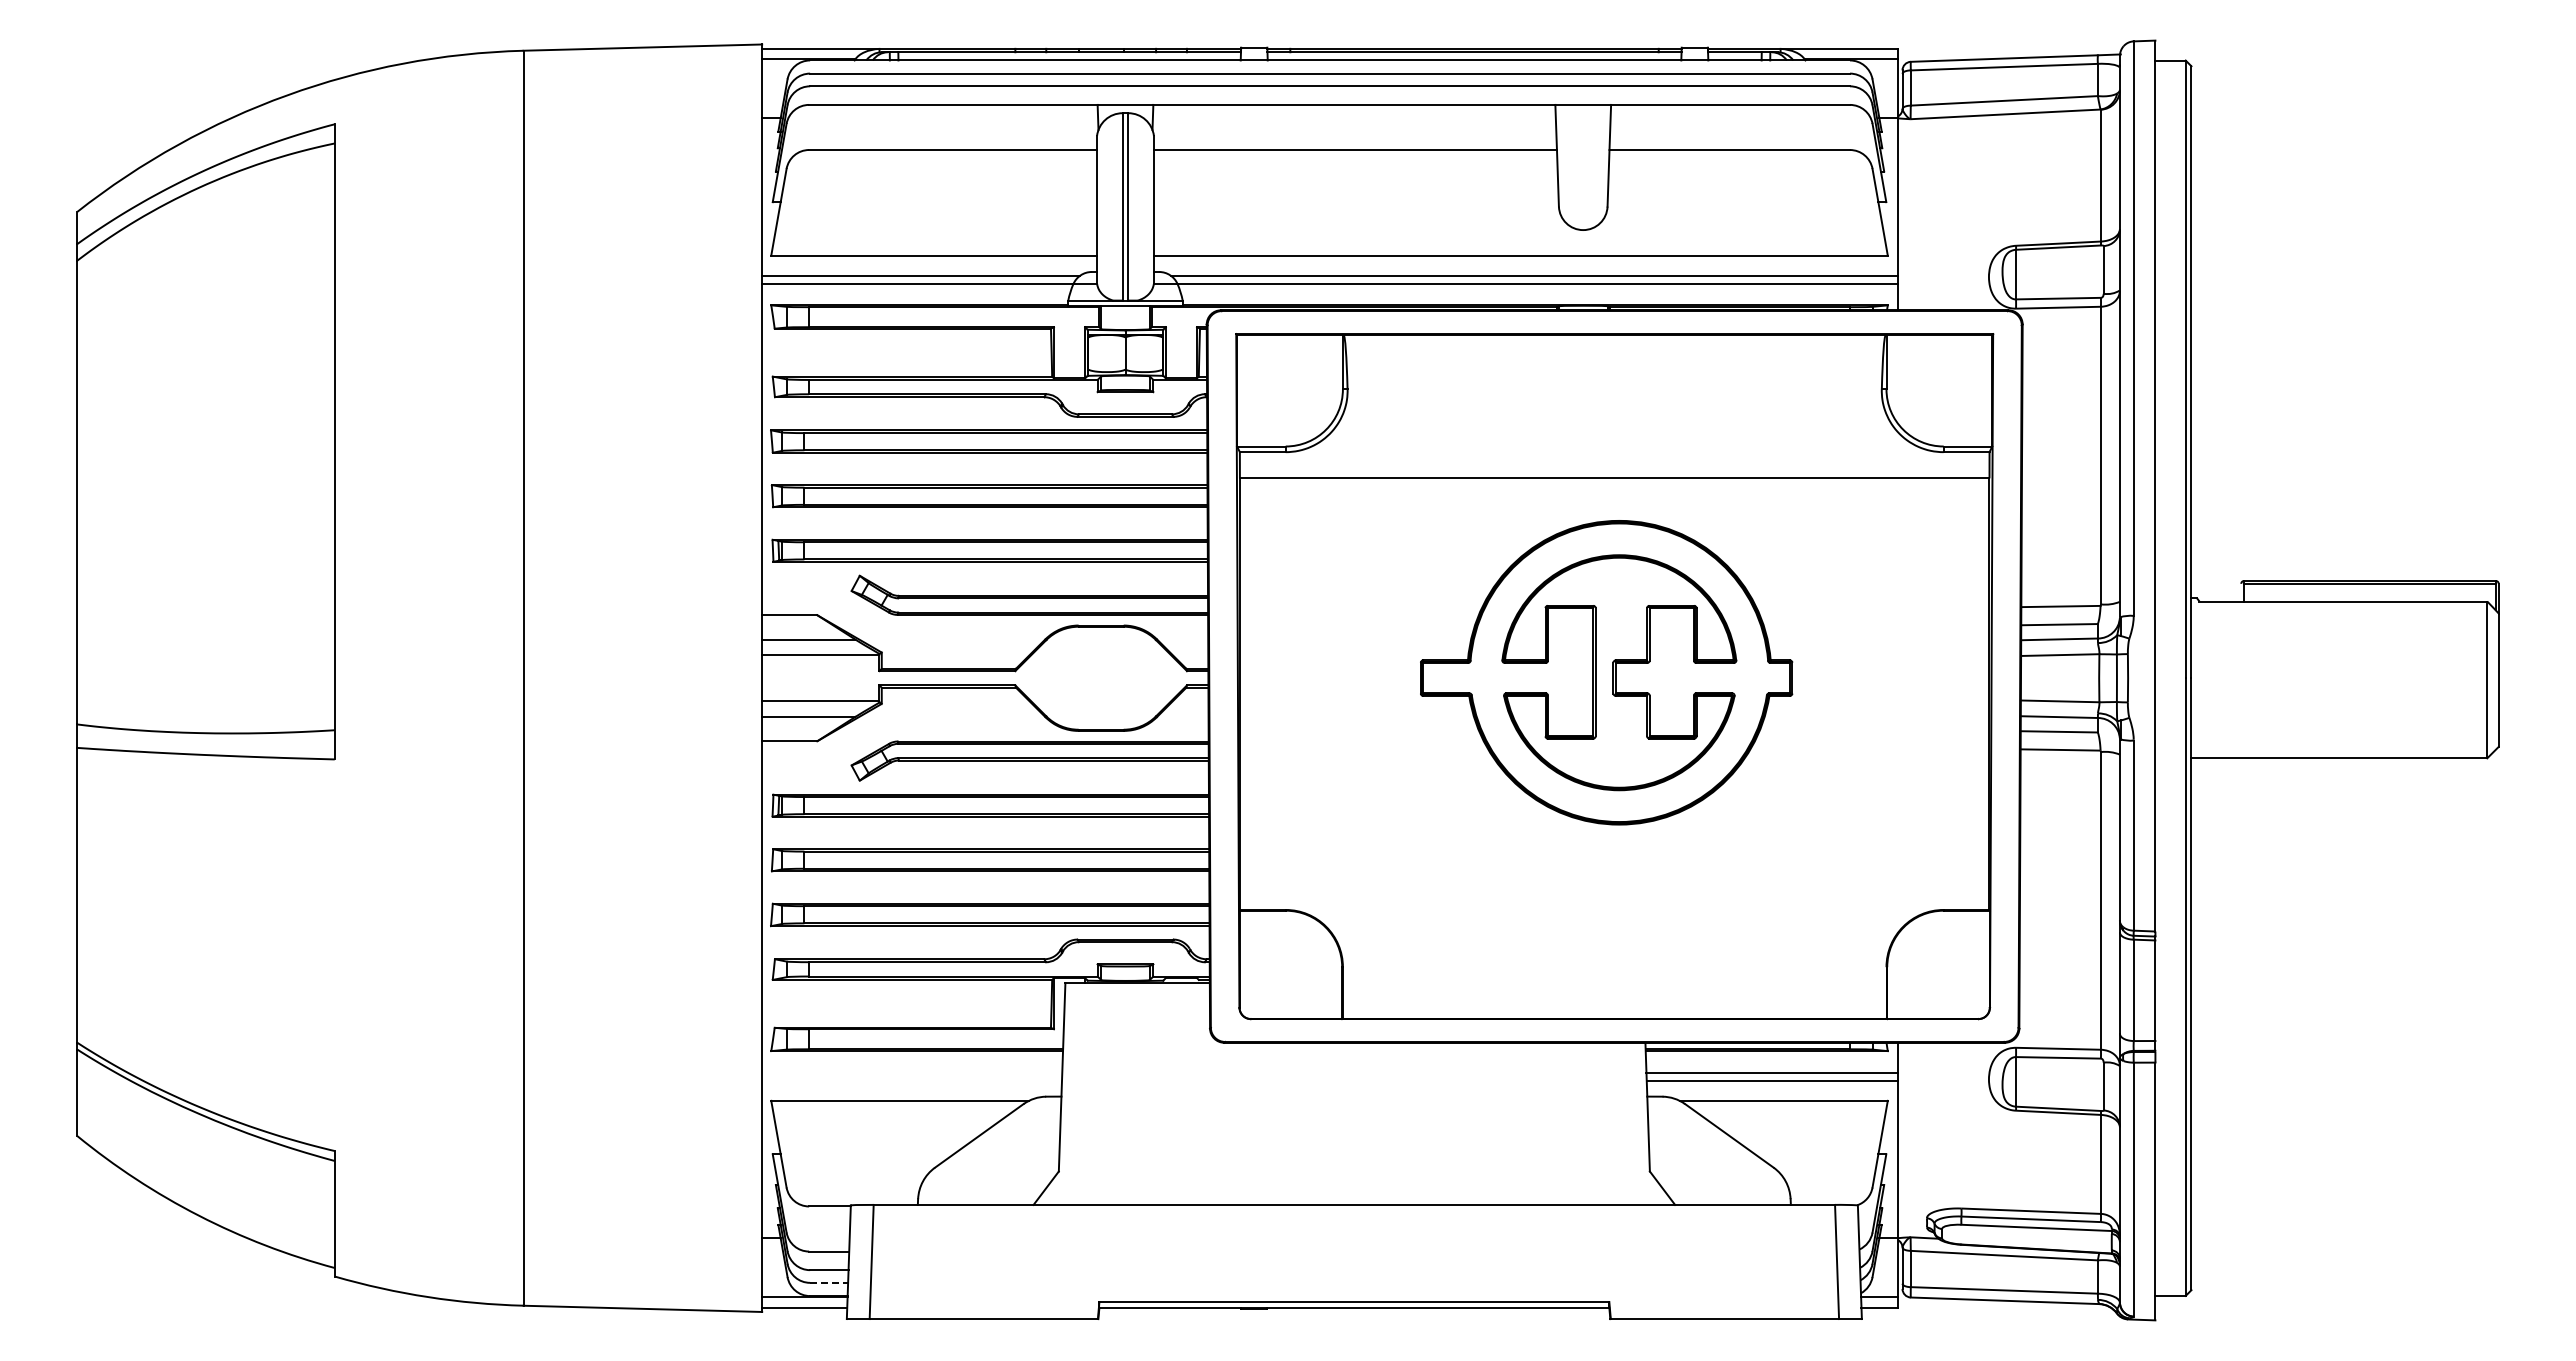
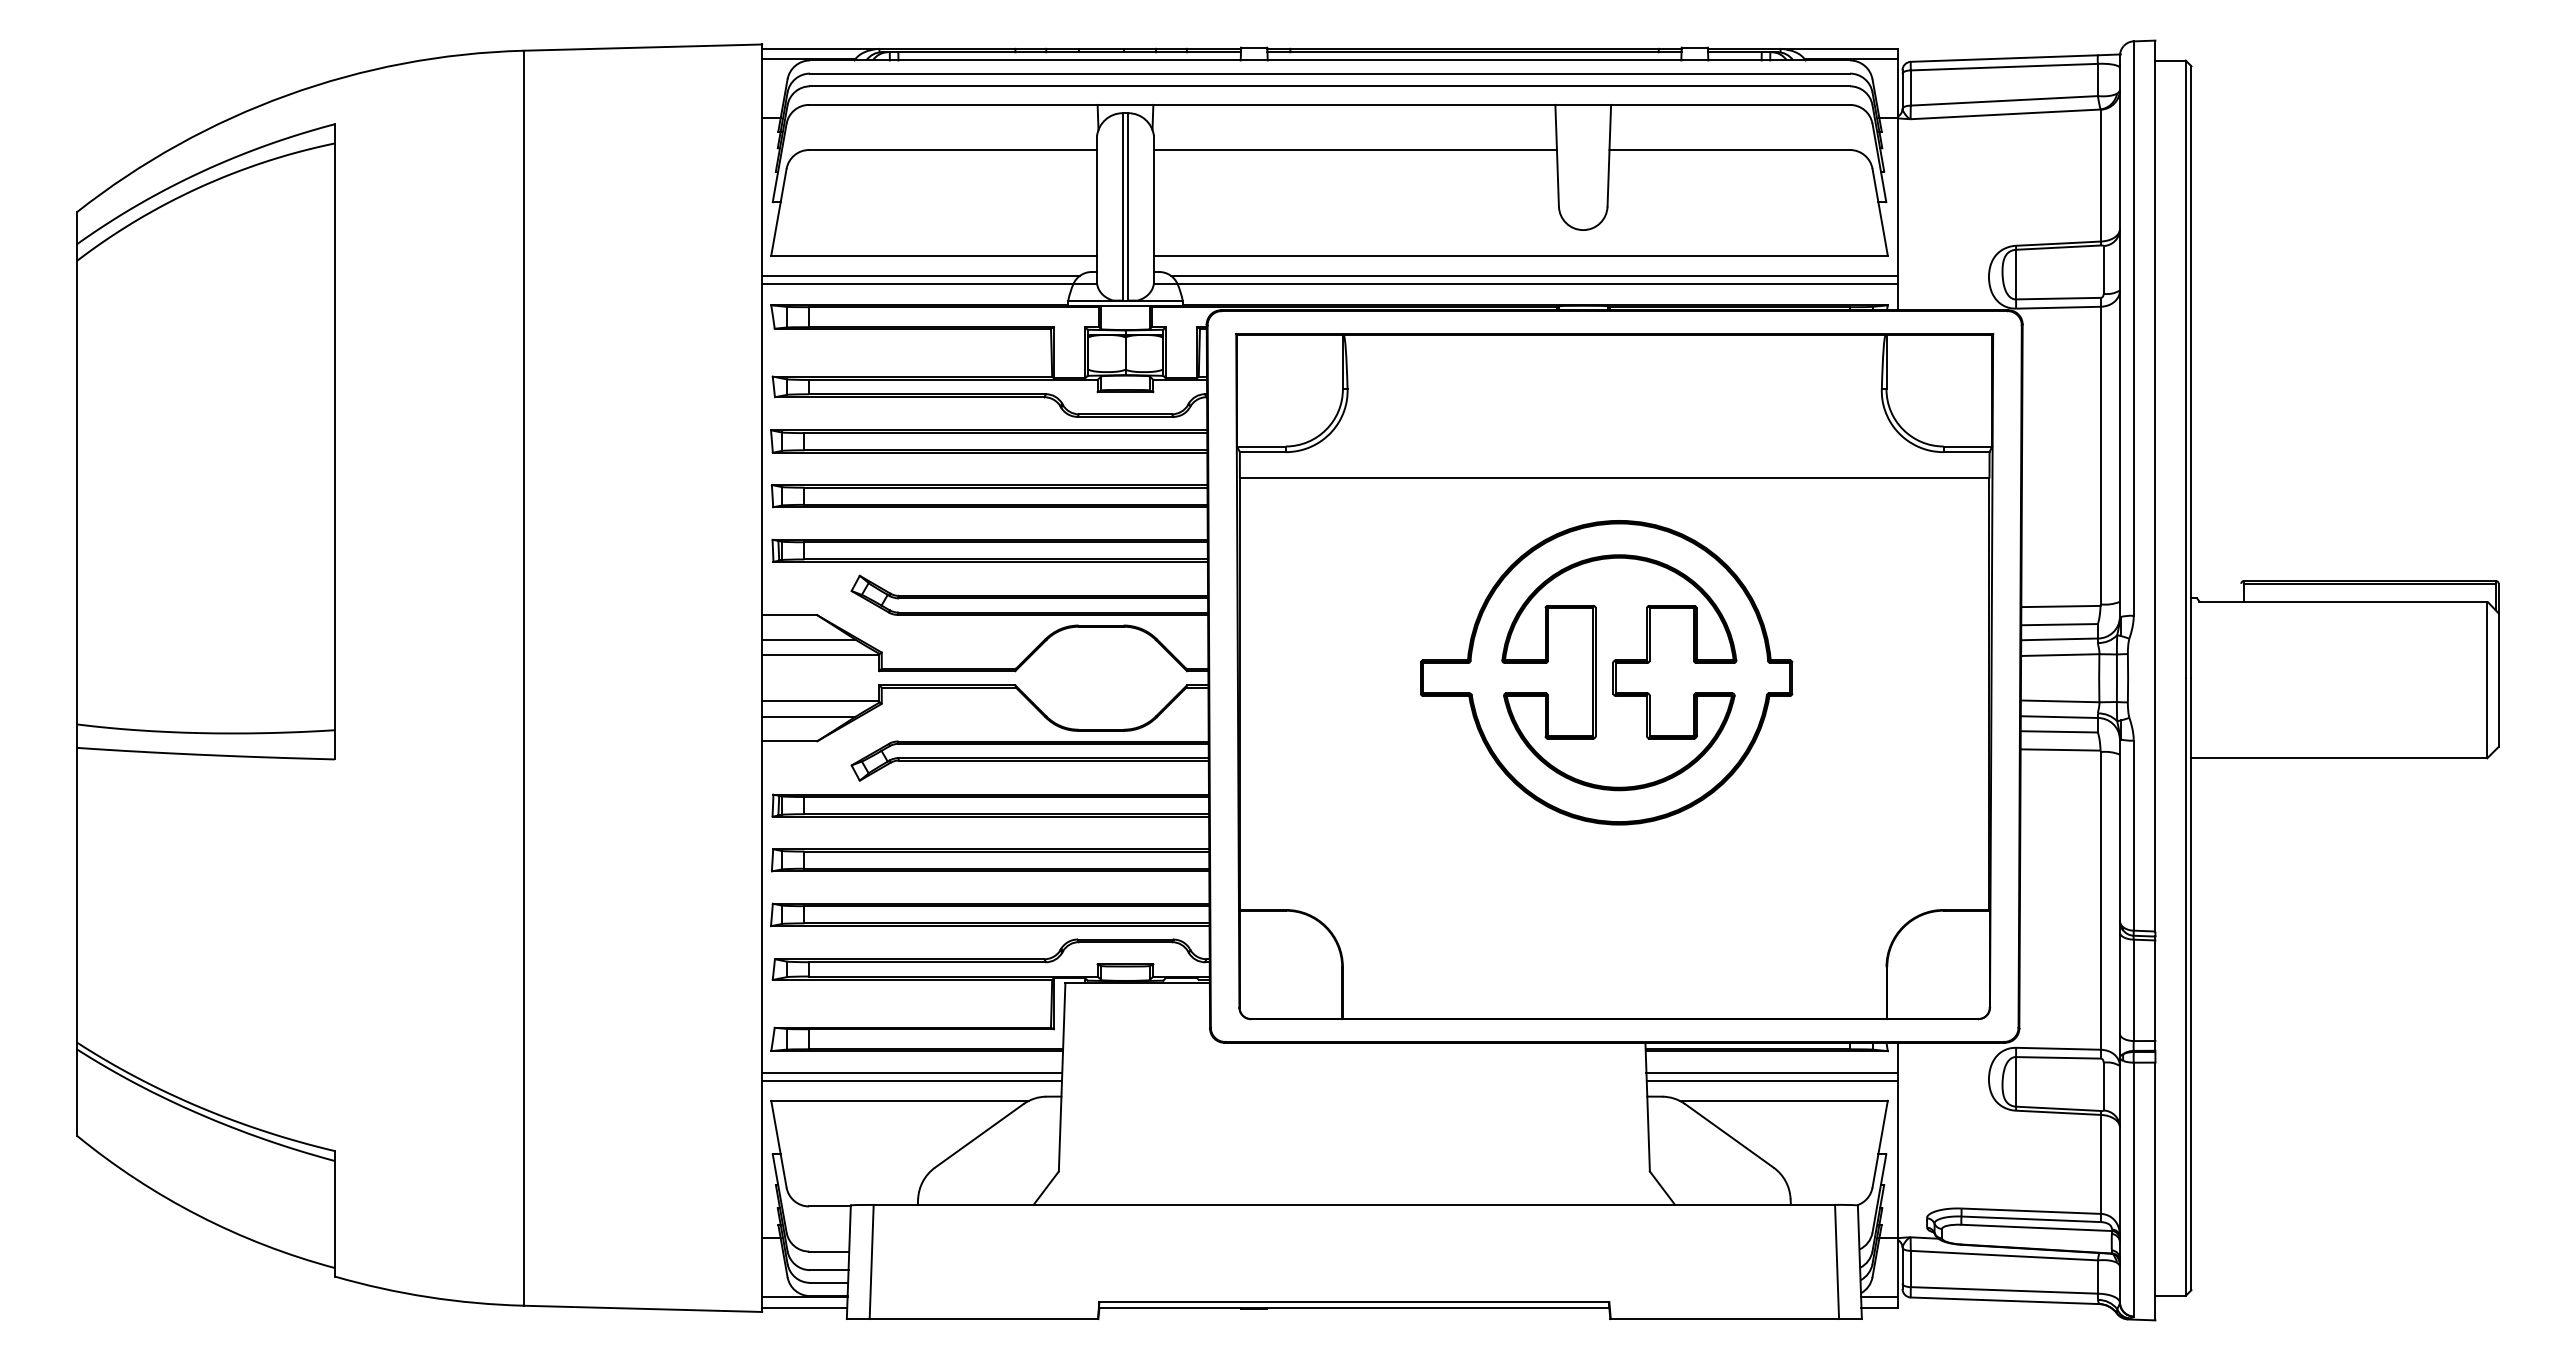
line at (912, 1072): none -> present
line at (911, 1080): none -> present
line at (829, 1282): dashed -> solid
